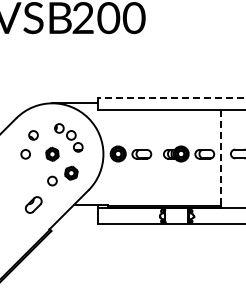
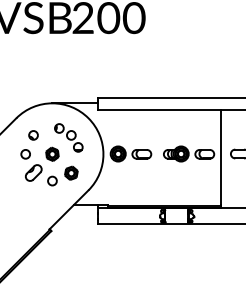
line at (172, 98): dashed -> solid
line at (220, 157): dashed -> solid
part at (33, 204) position: (33, 204) -> (33, 172)
